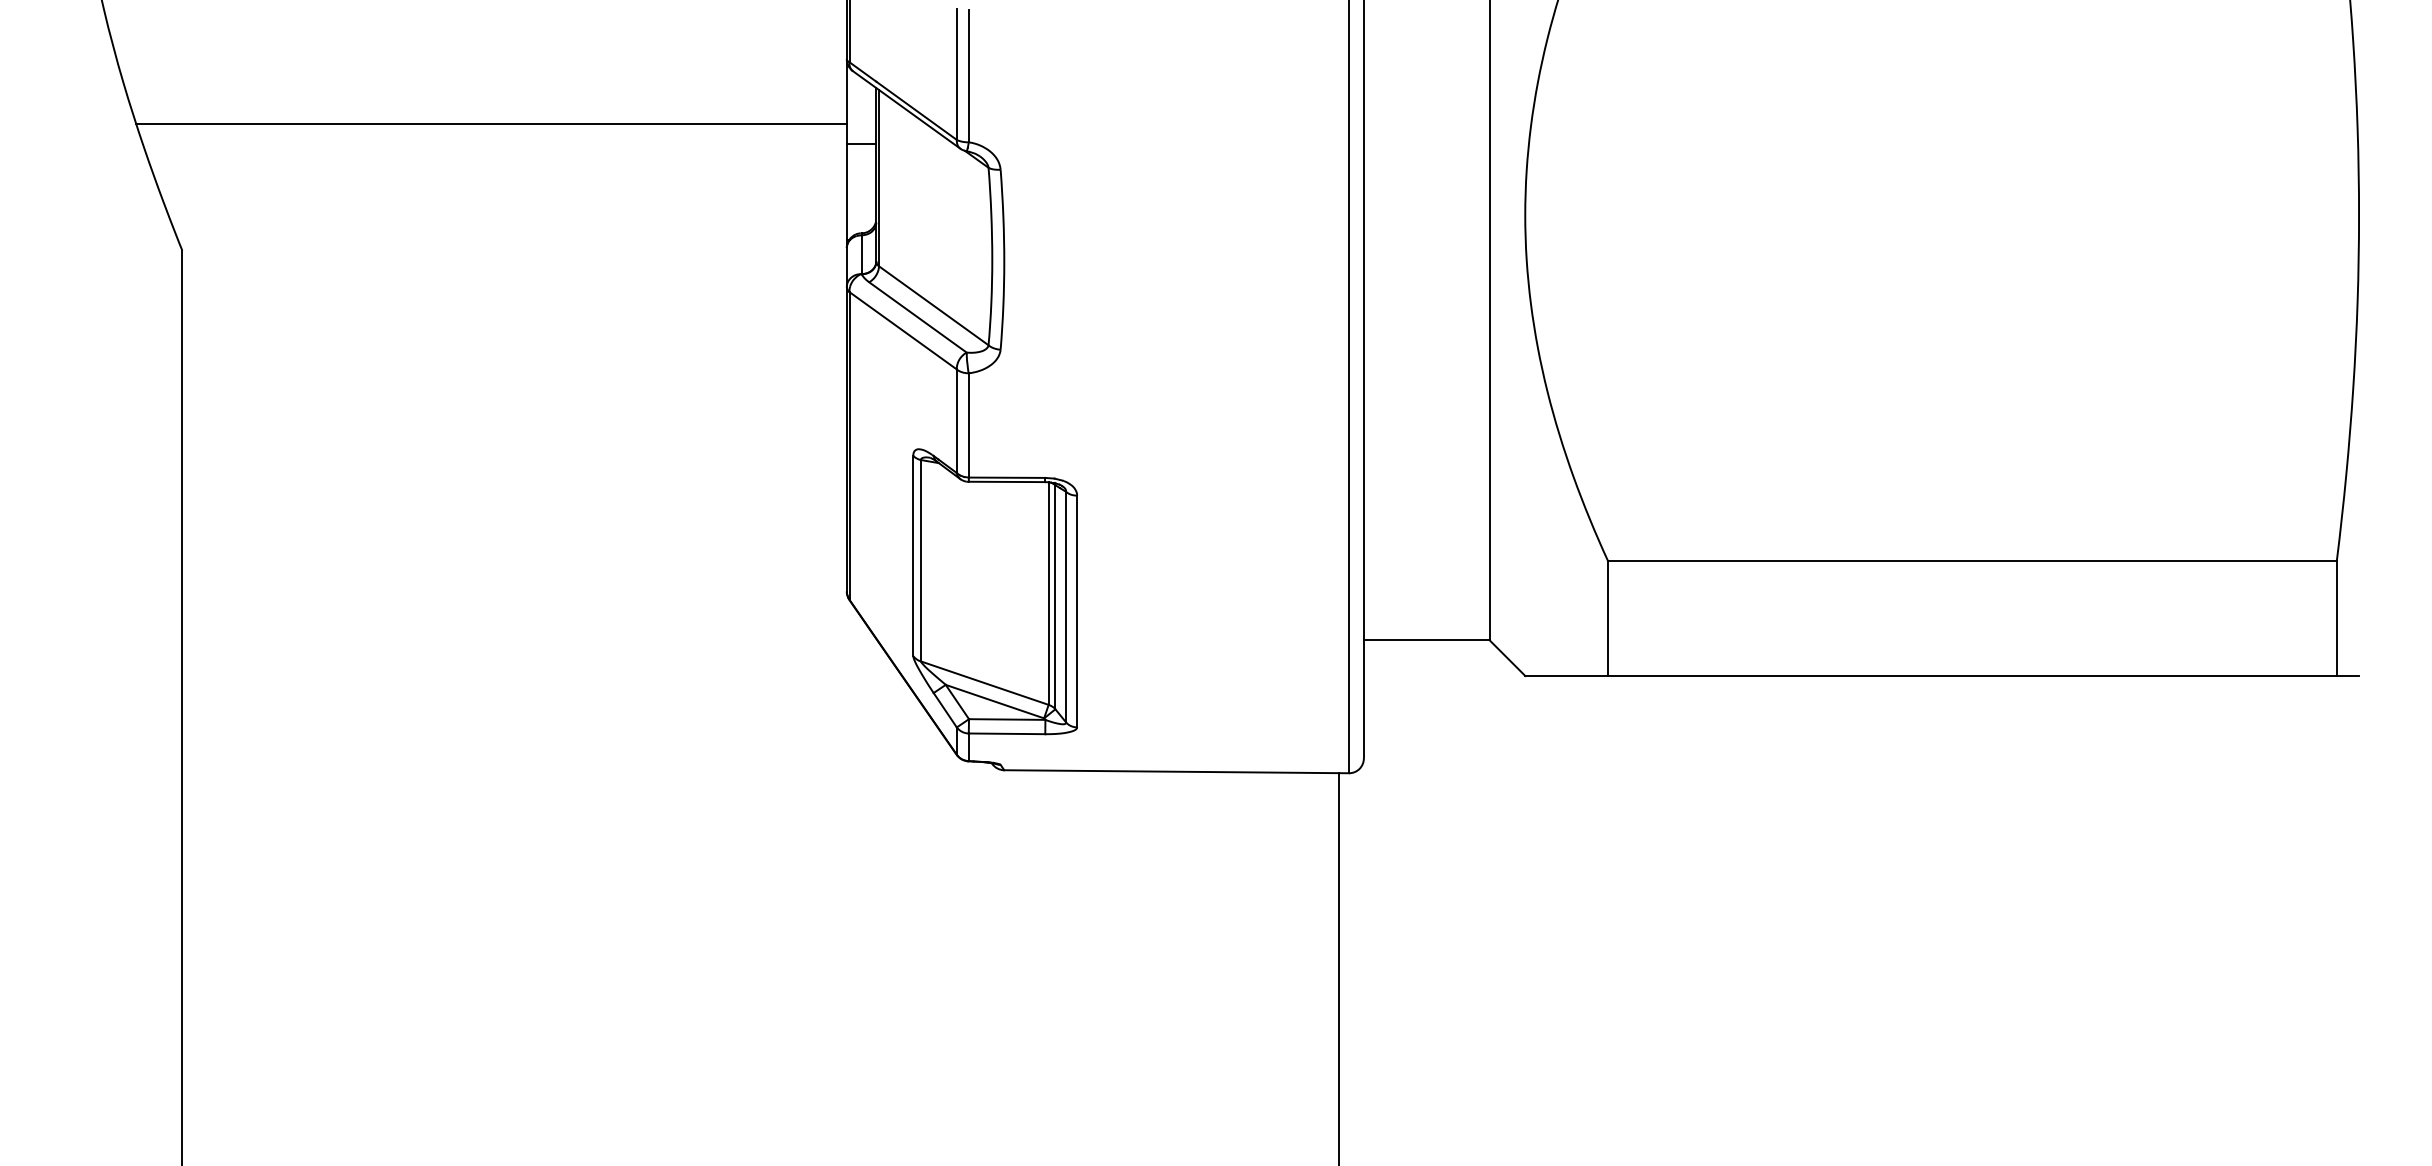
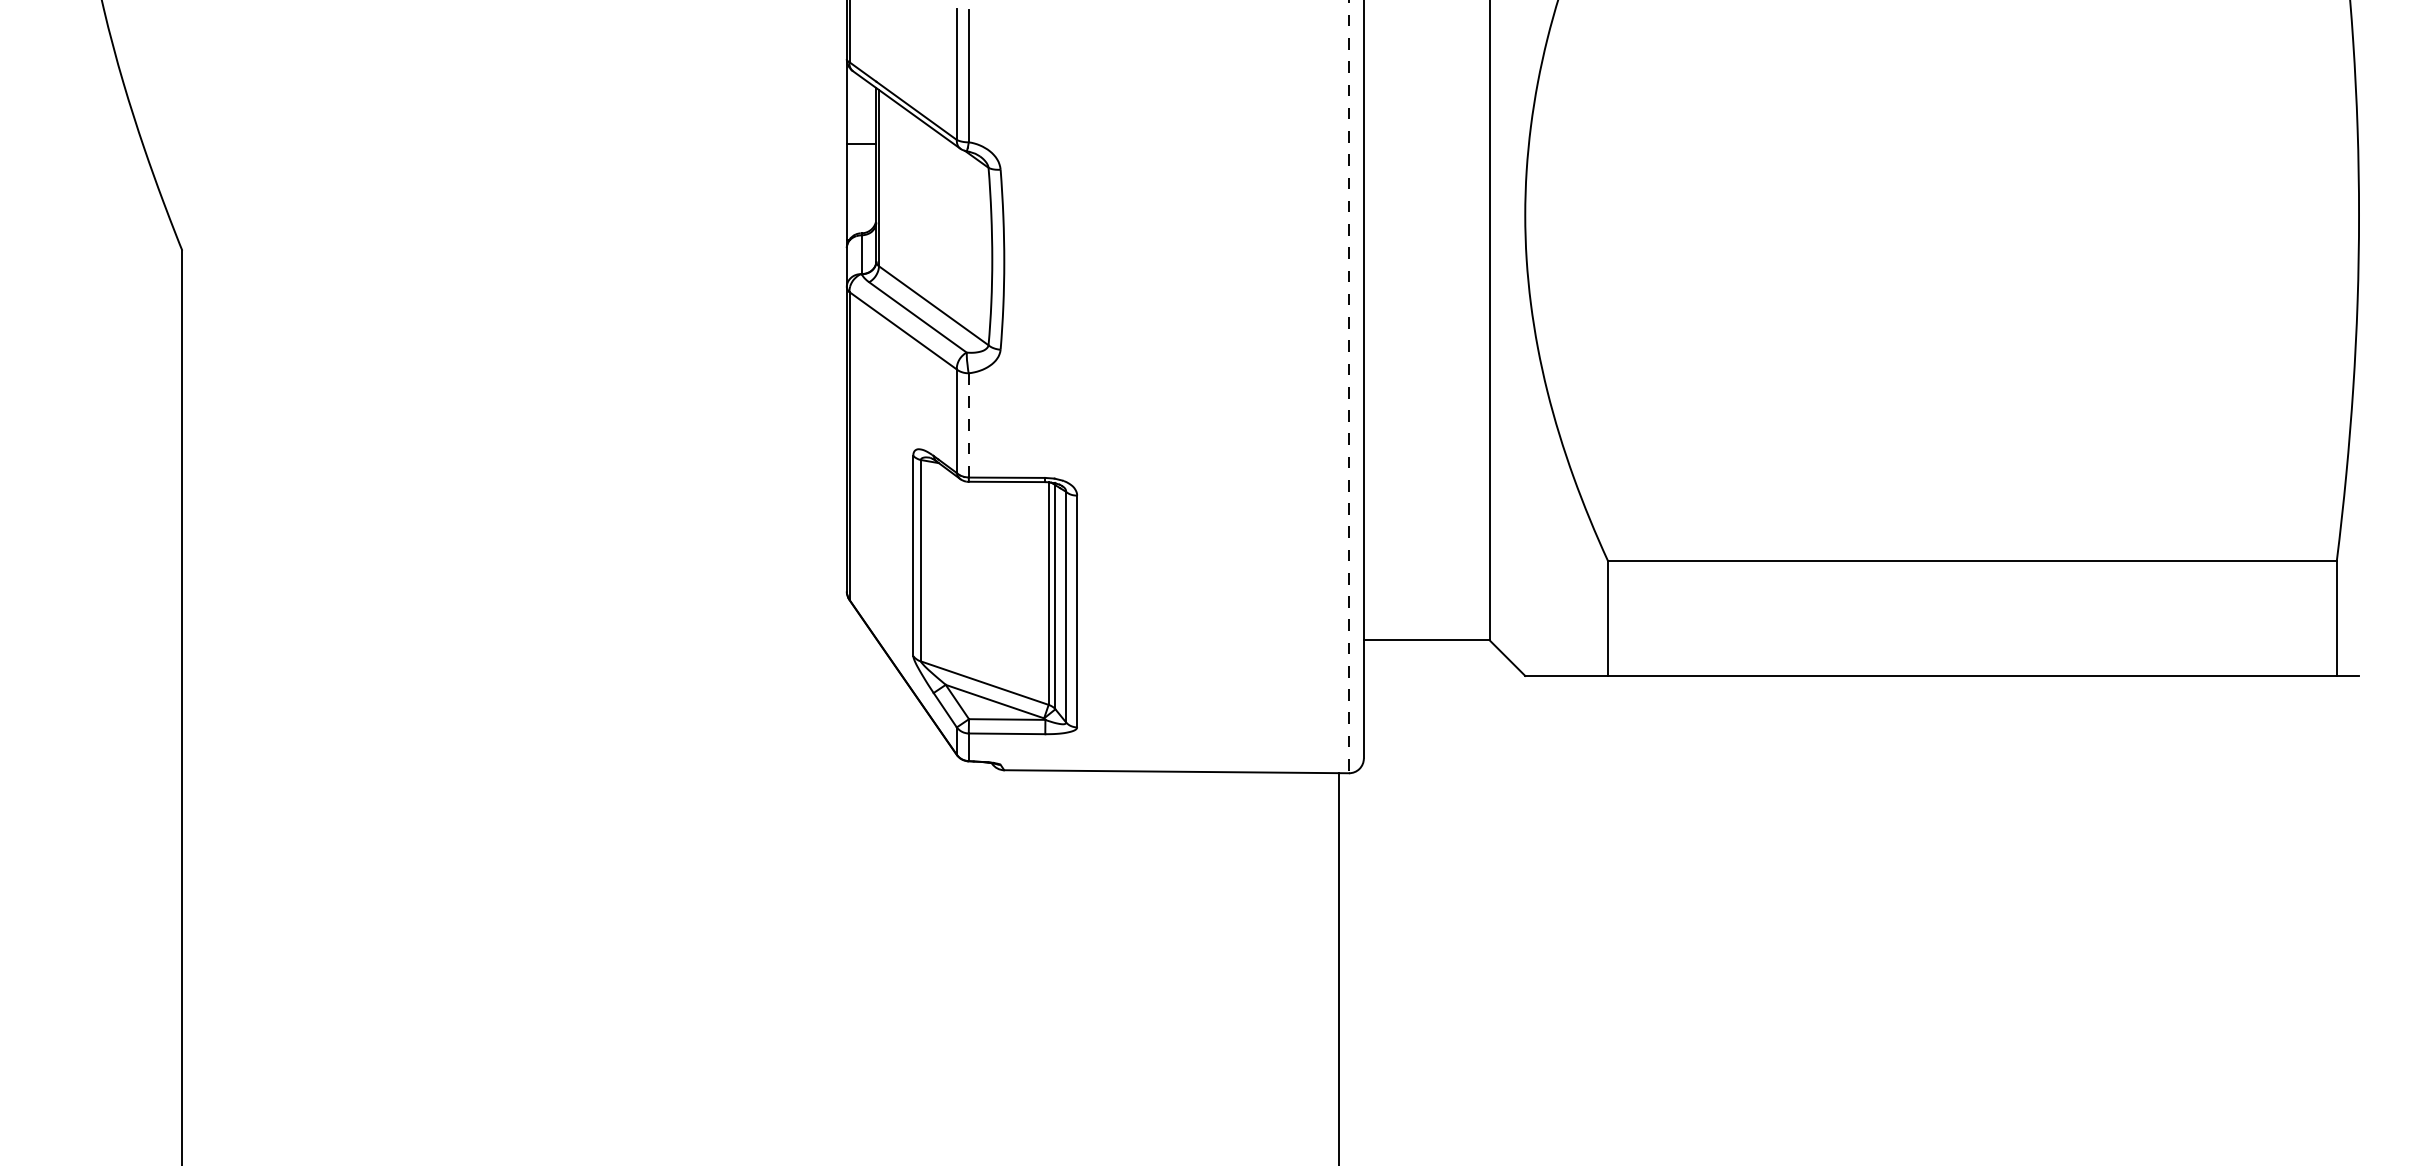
line at (491, 123): present -> none
line at (1349, 387): solid -> dashed
line at (968, 424): solid -> dashed
